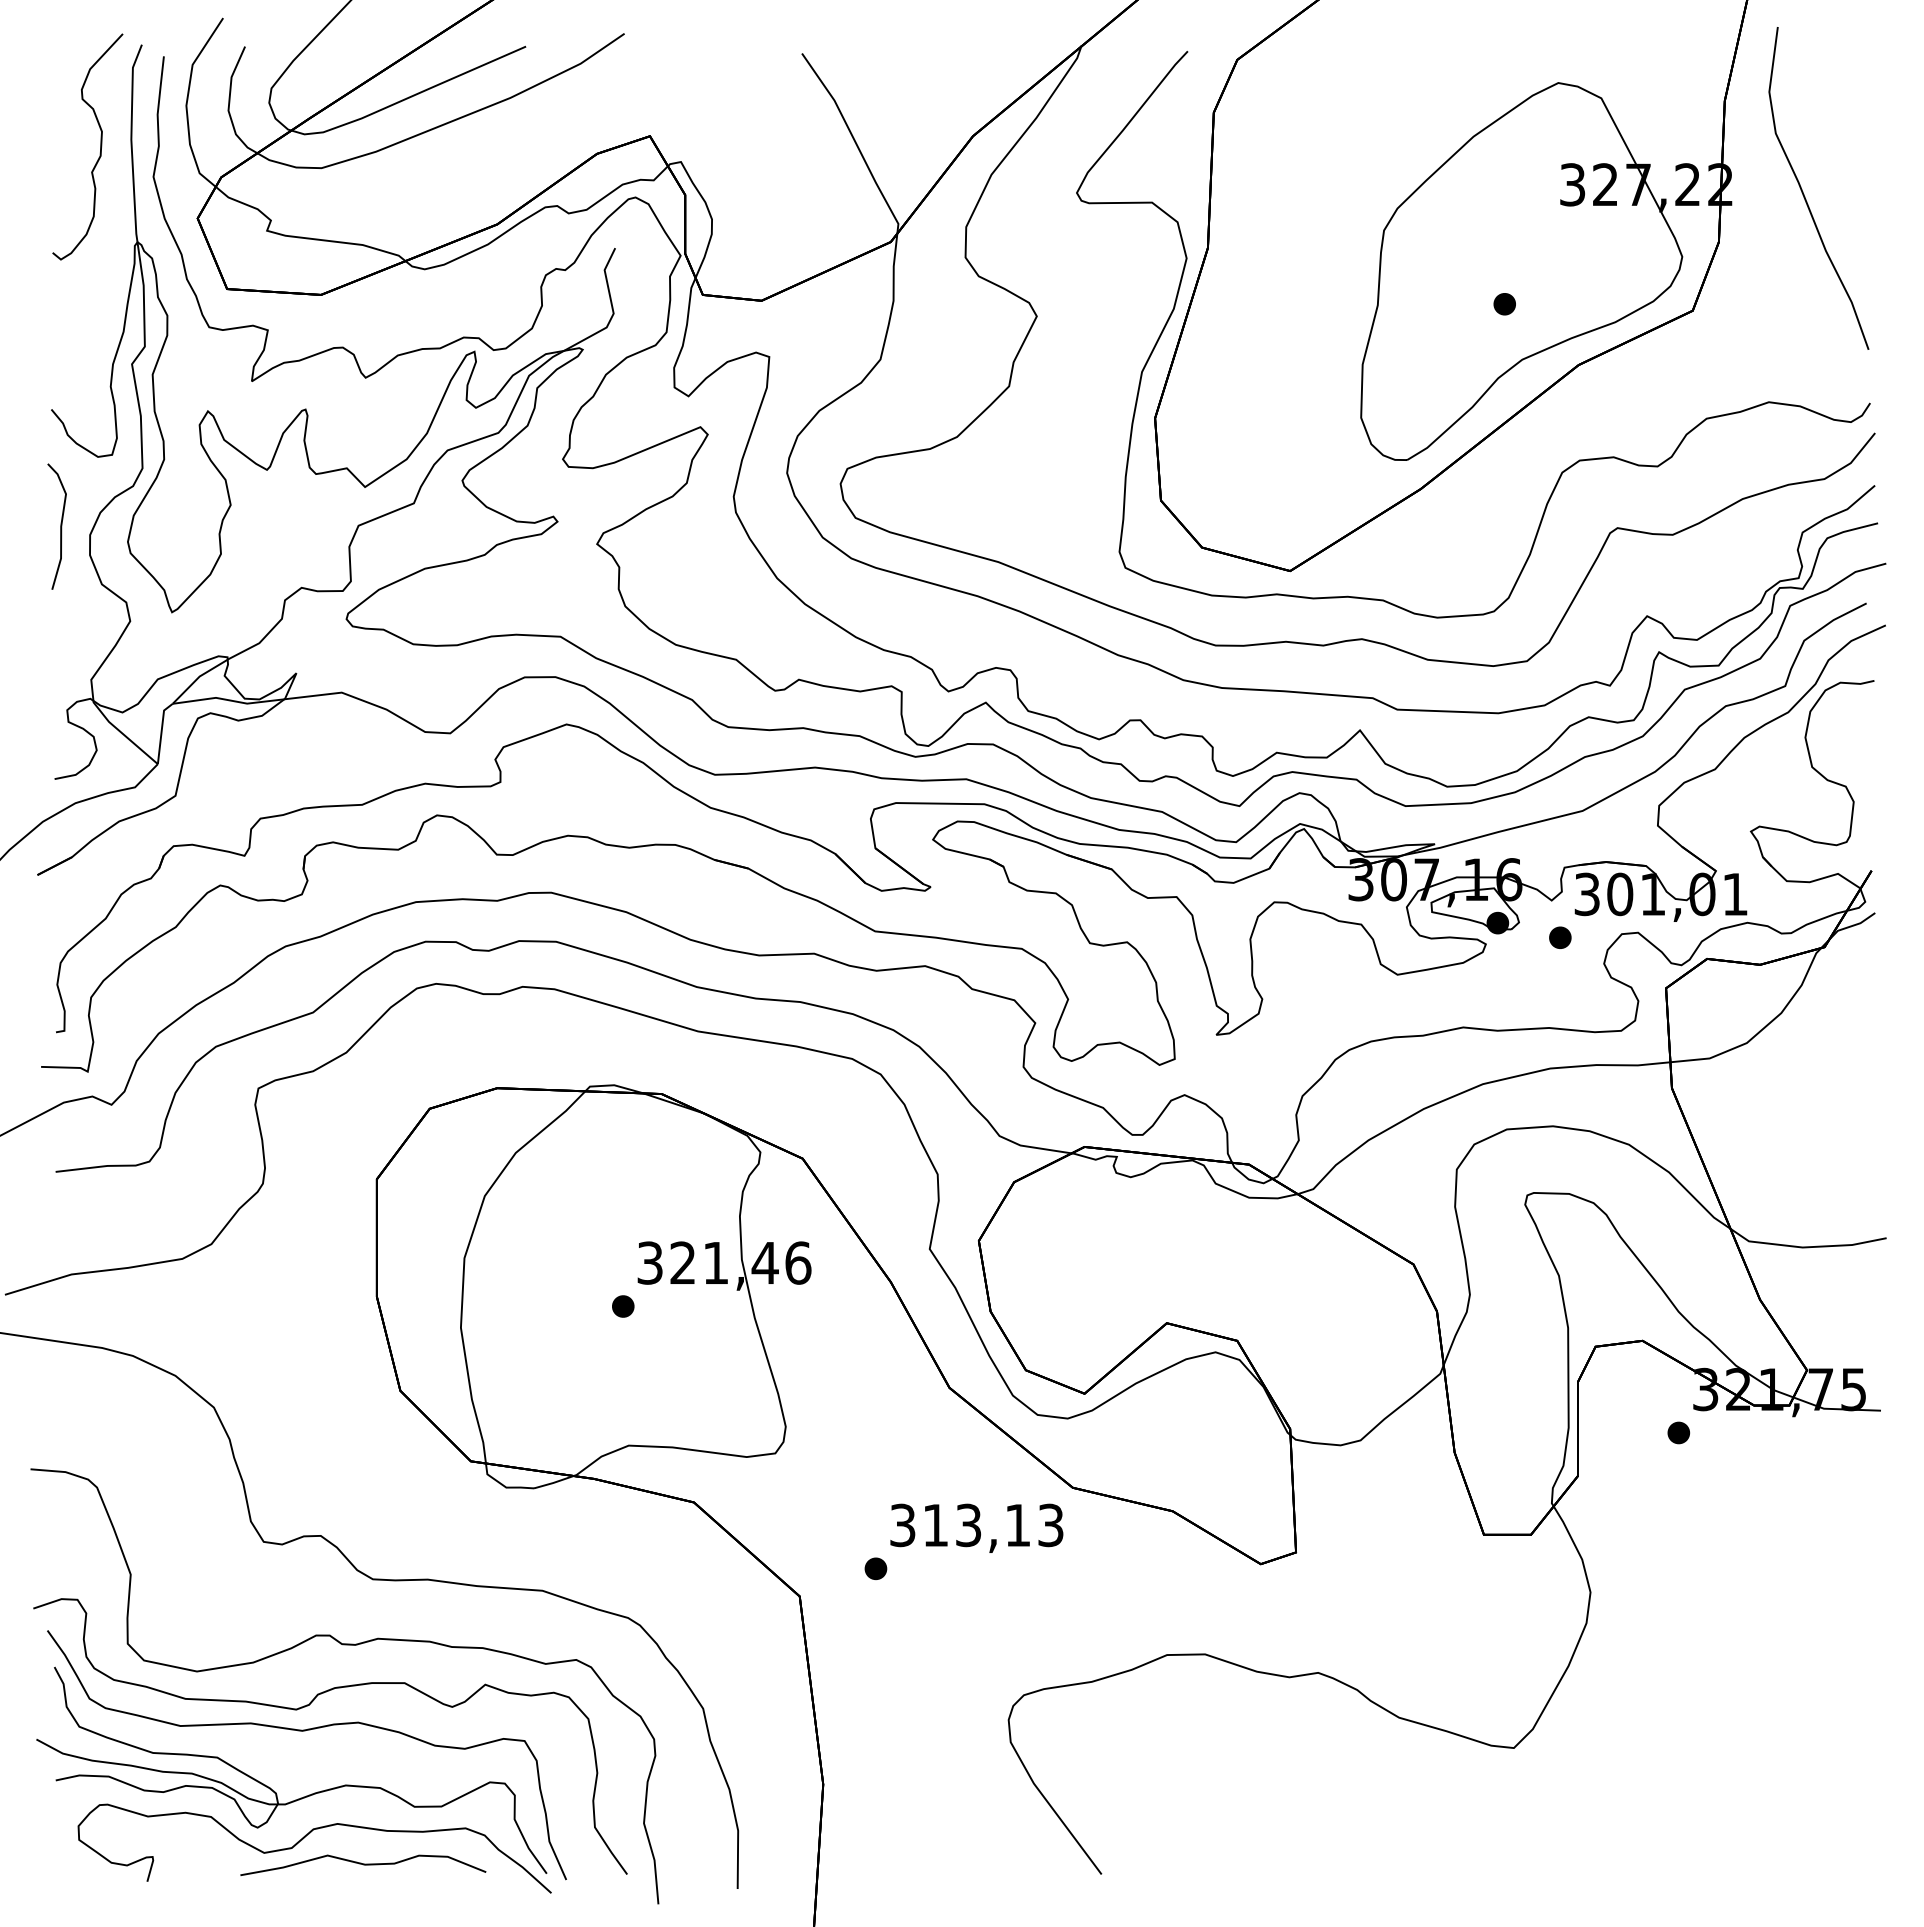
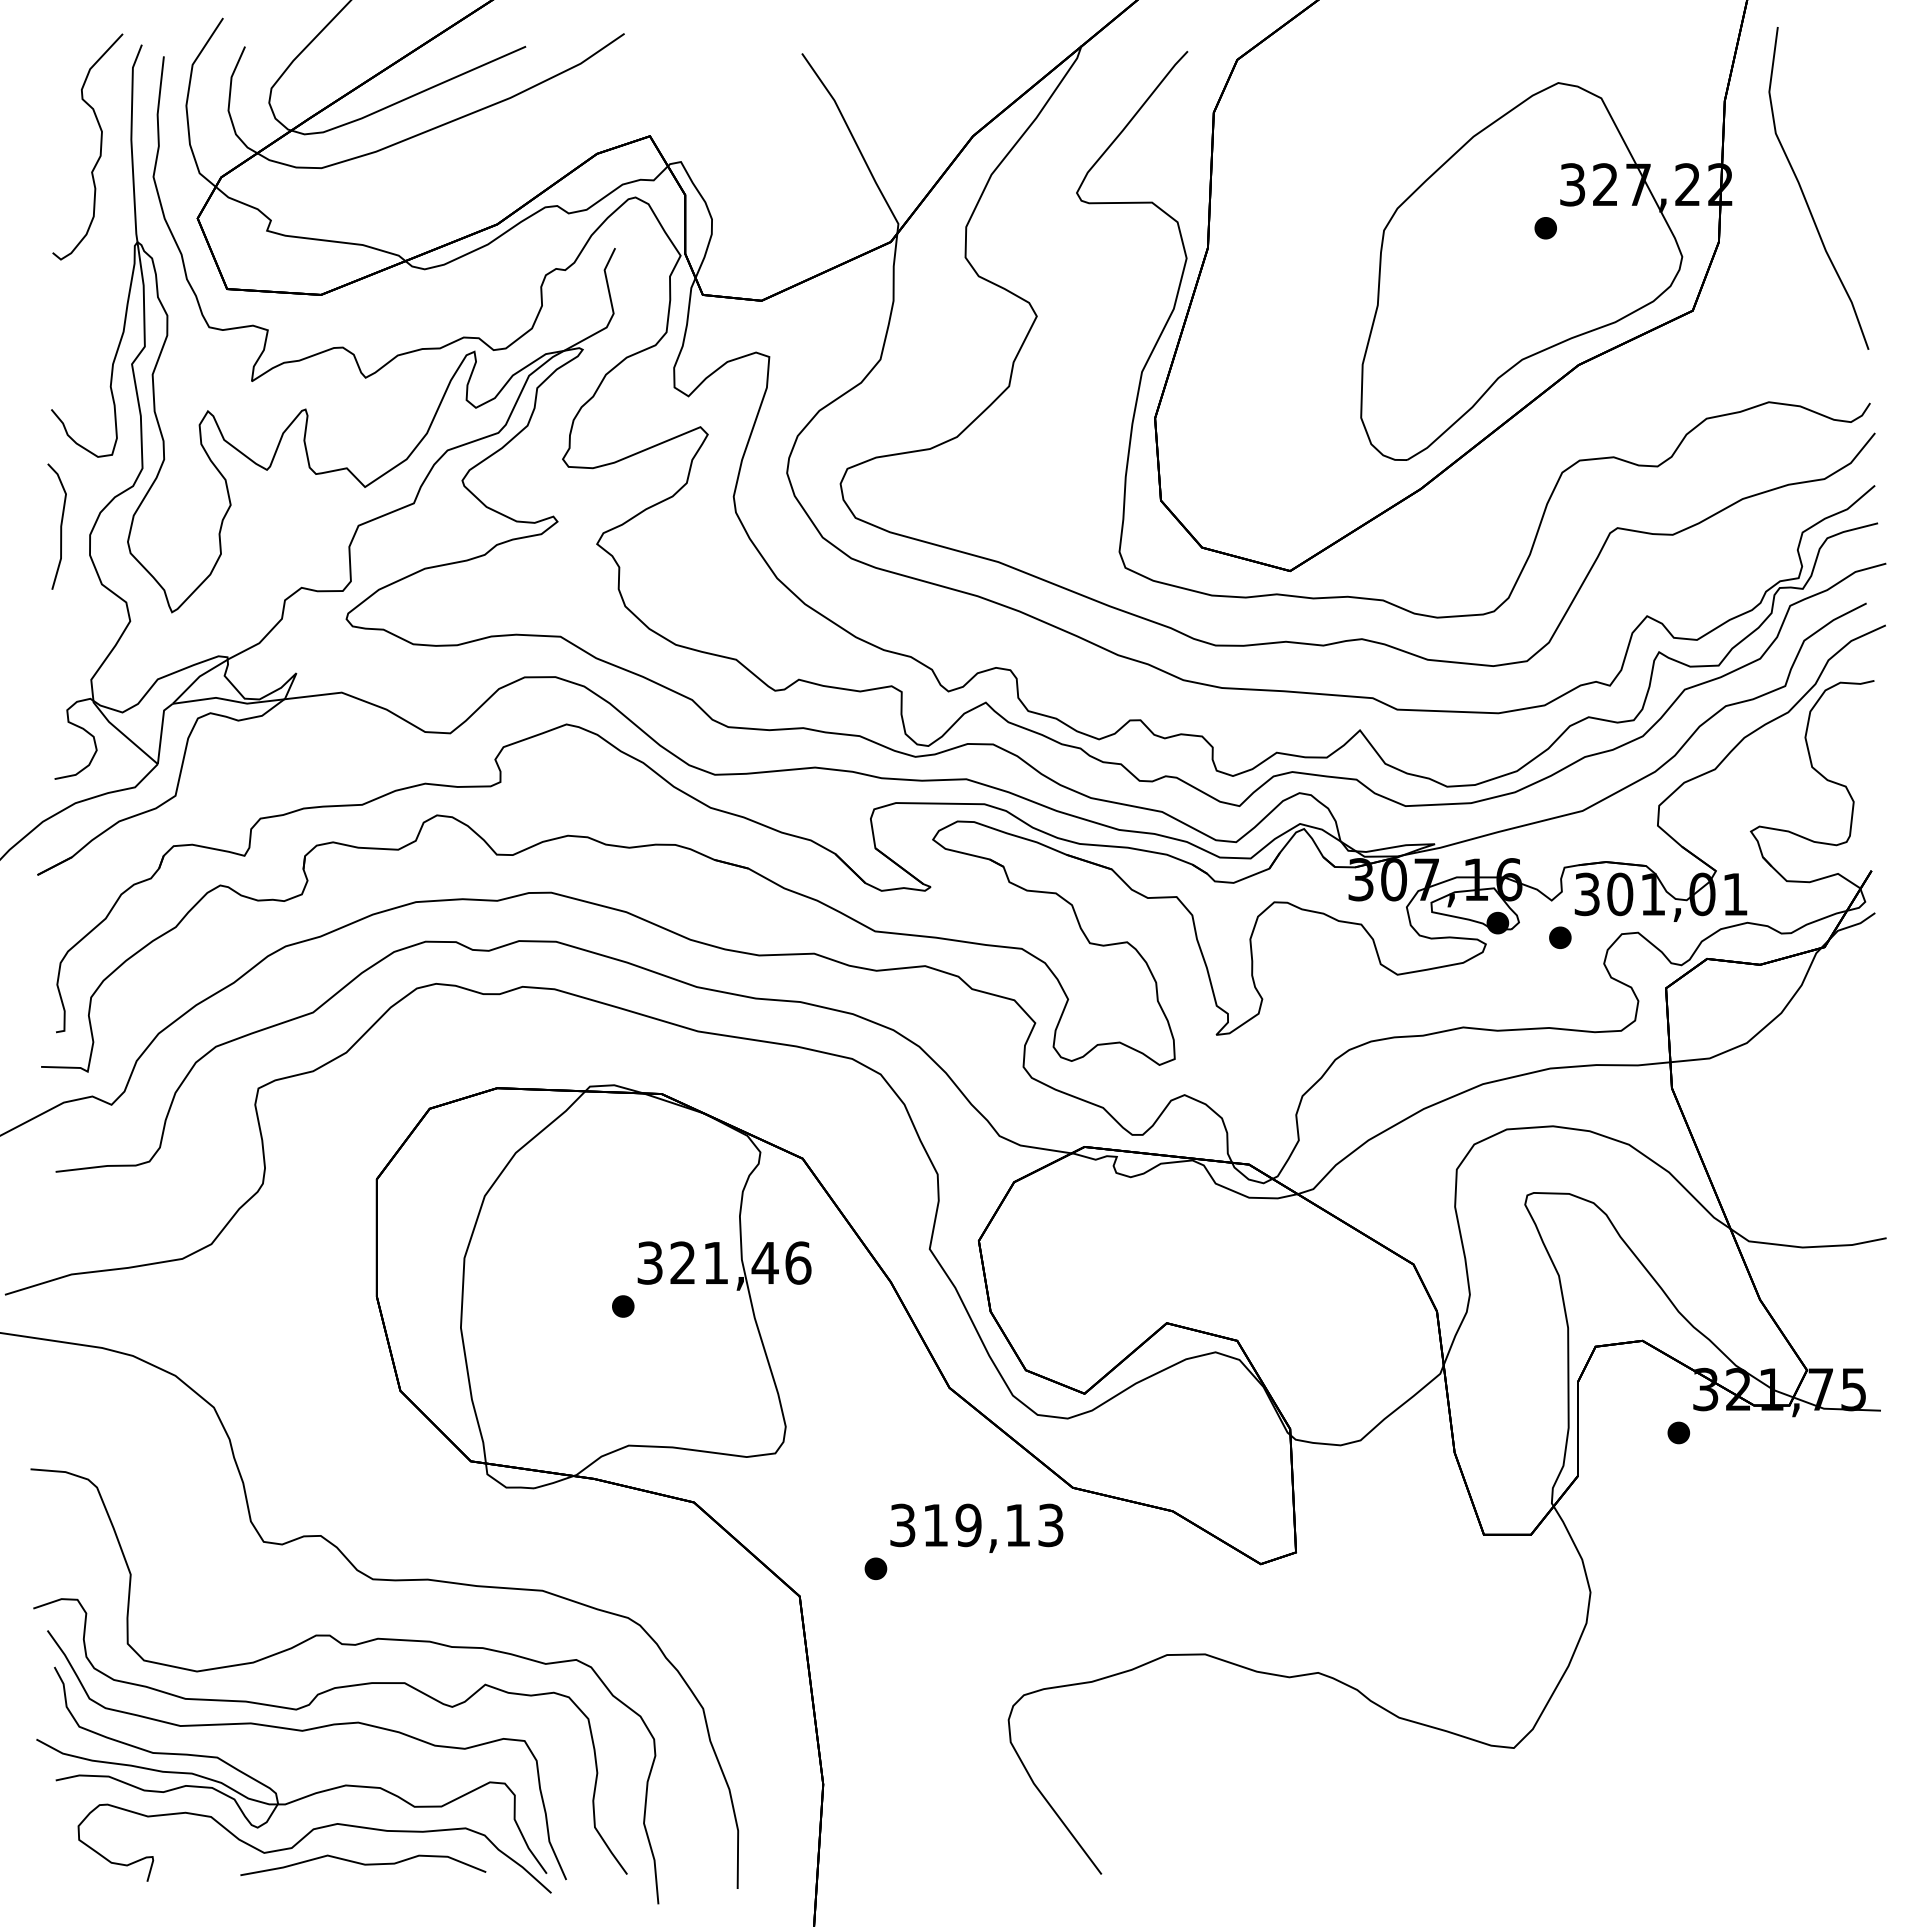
part at (1504, 304) position: (1504, 304) -> (1545, 228)
text at (968, 1524): 313,13 -> 319,13
